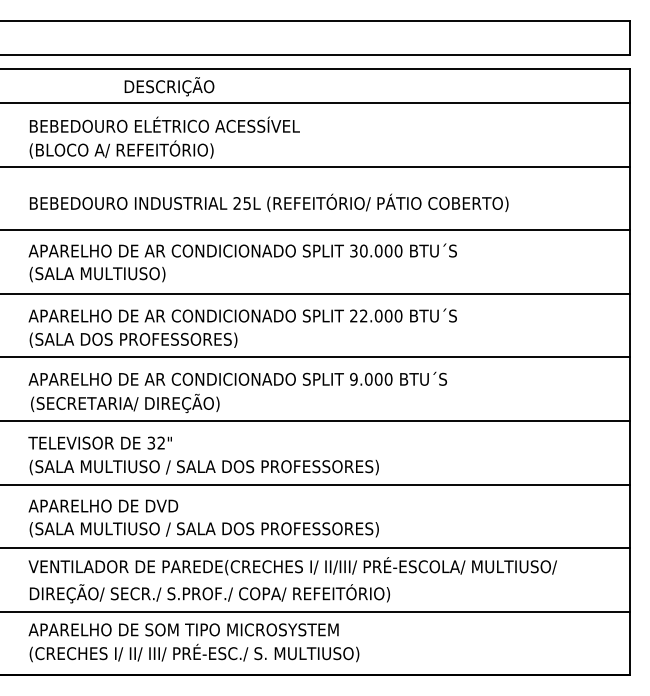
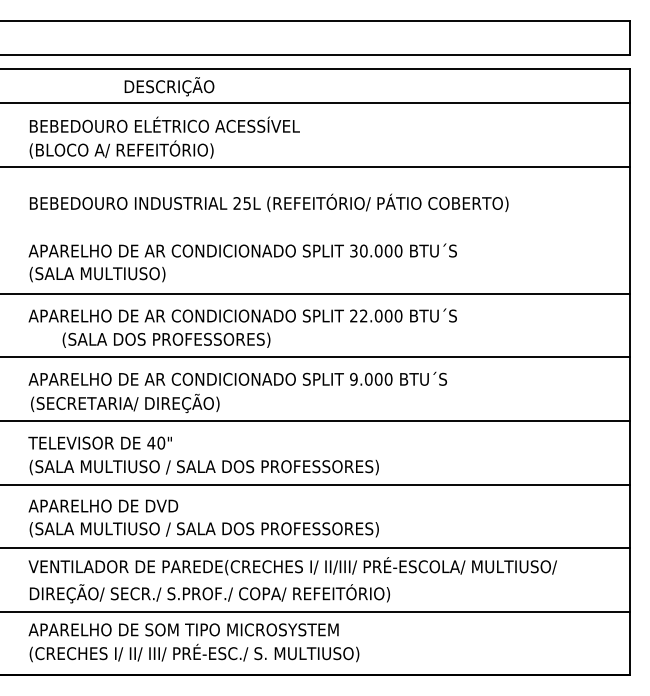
line at (316, 230): present -> none
text at (133, 339) position: (133, 339) -> (166, 339)
text at (156, 442): 32" -> 40"
